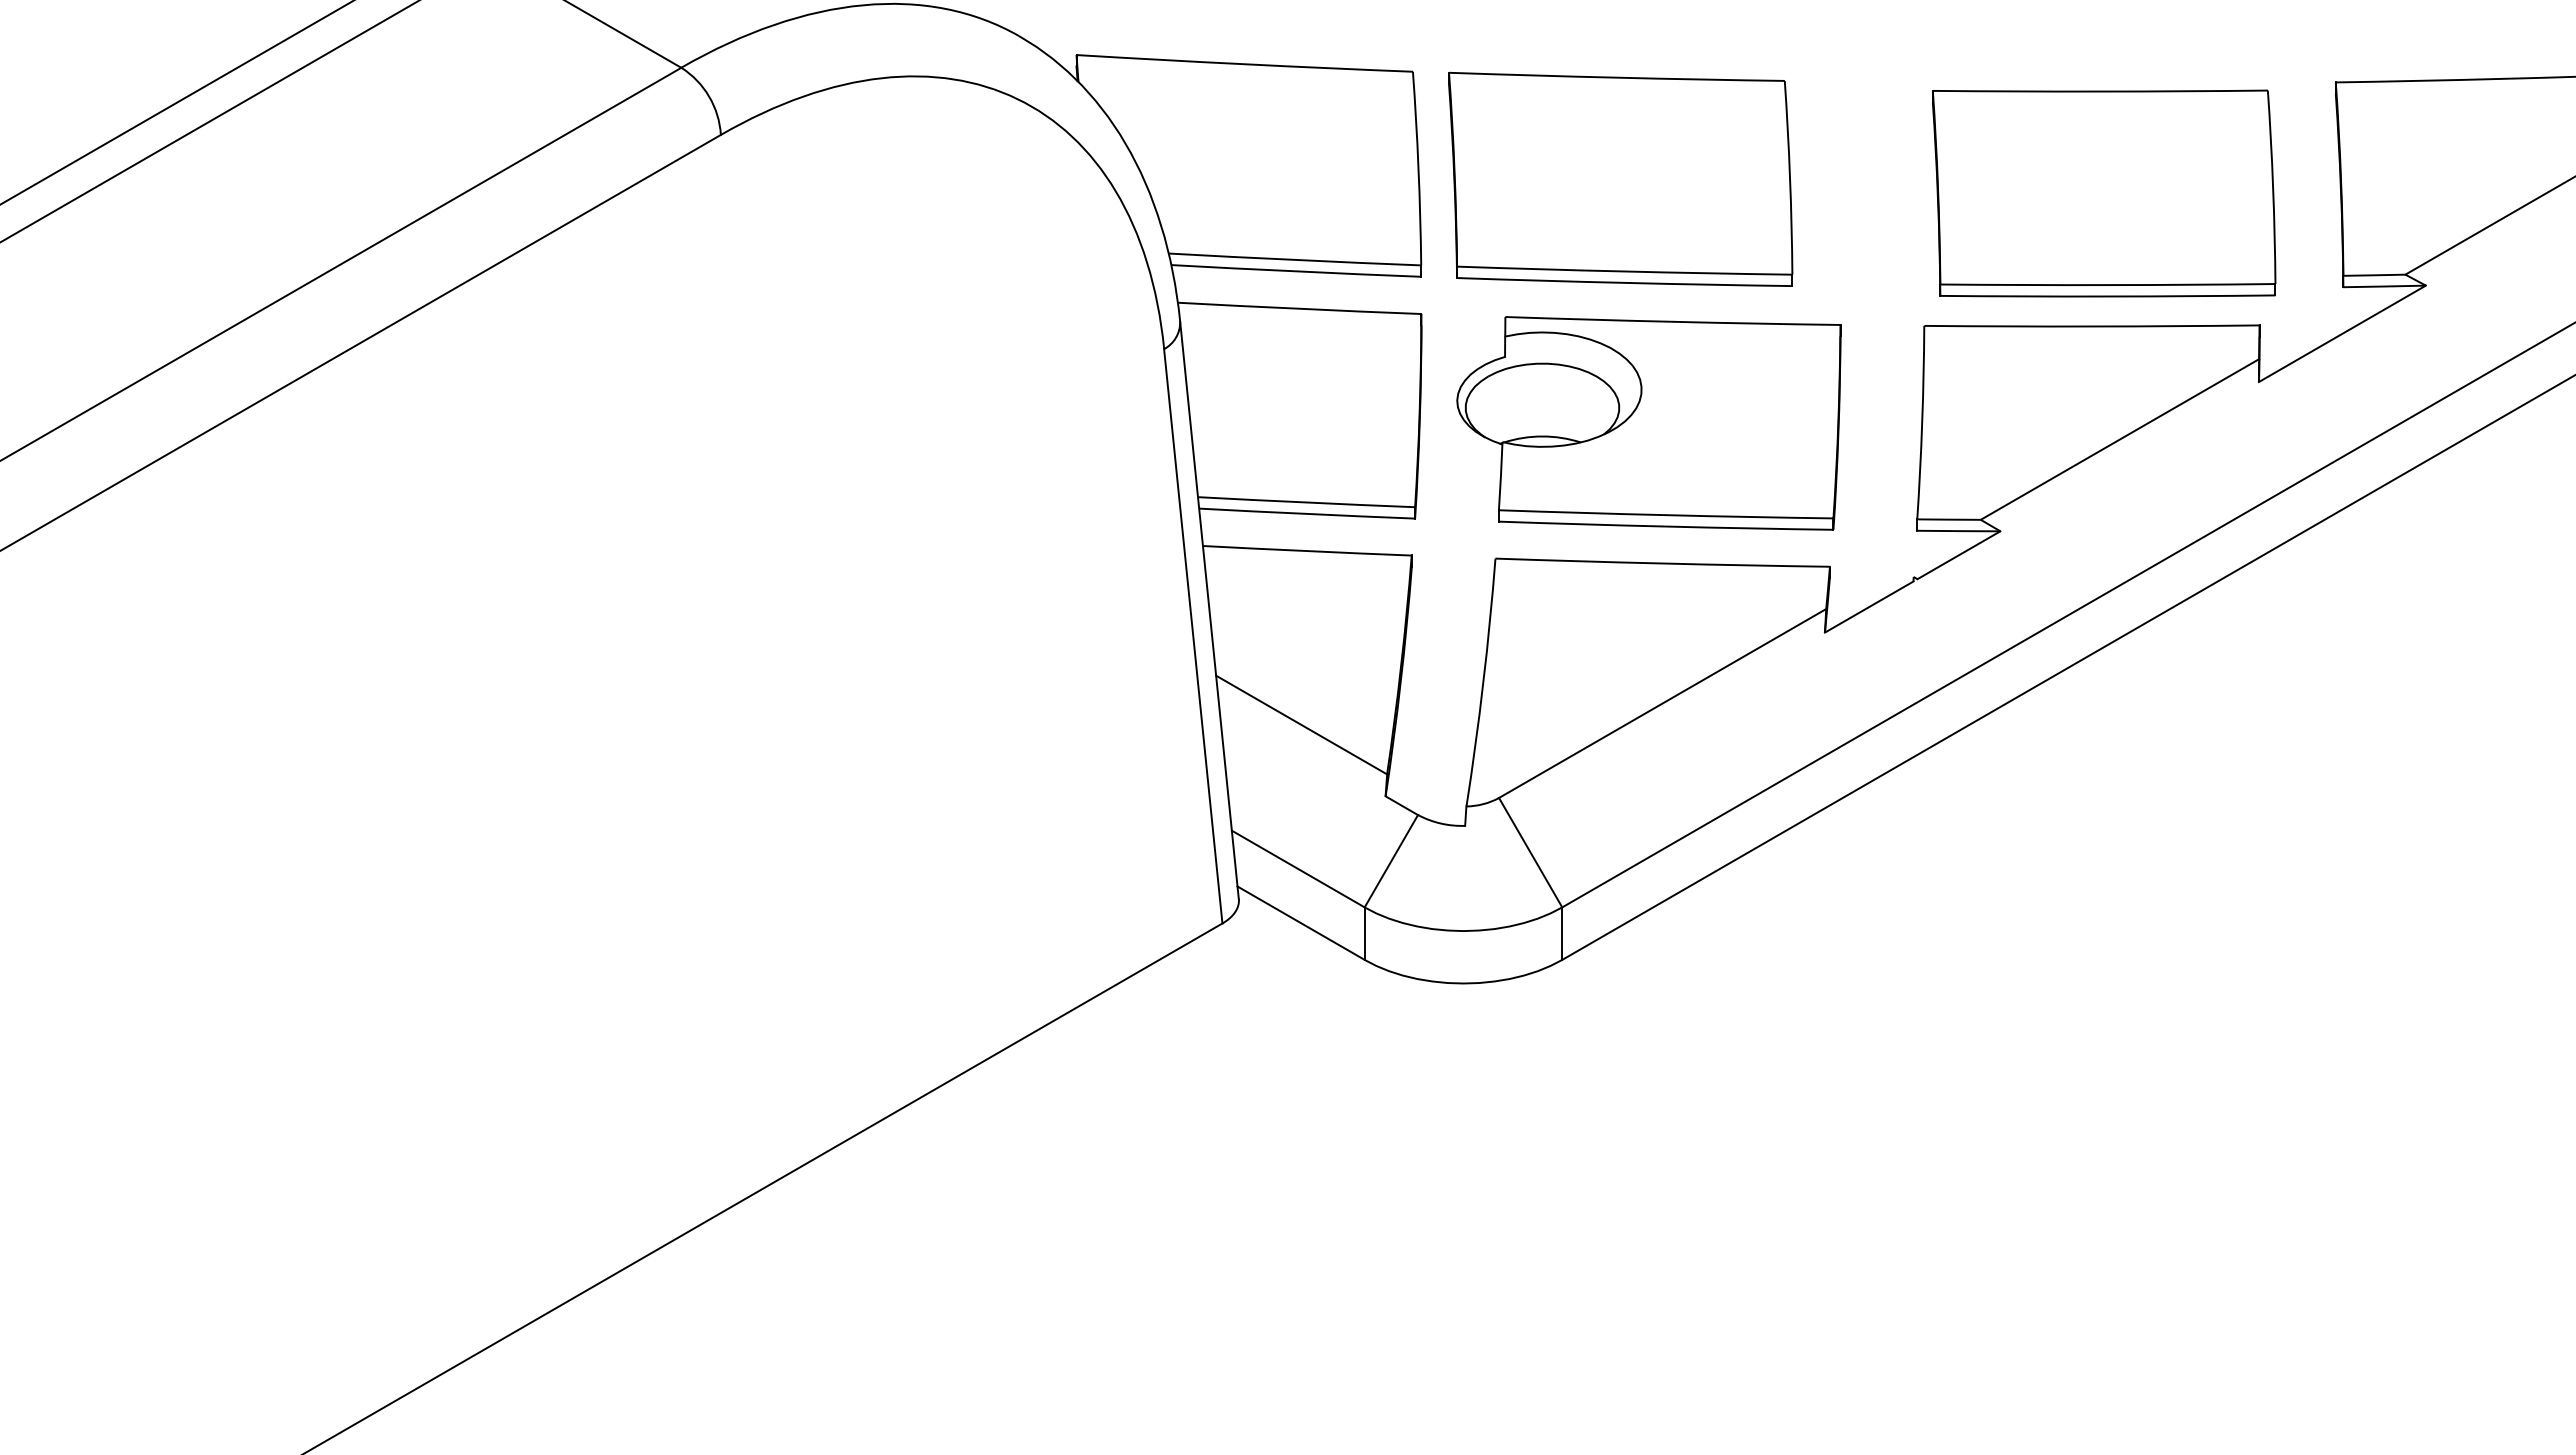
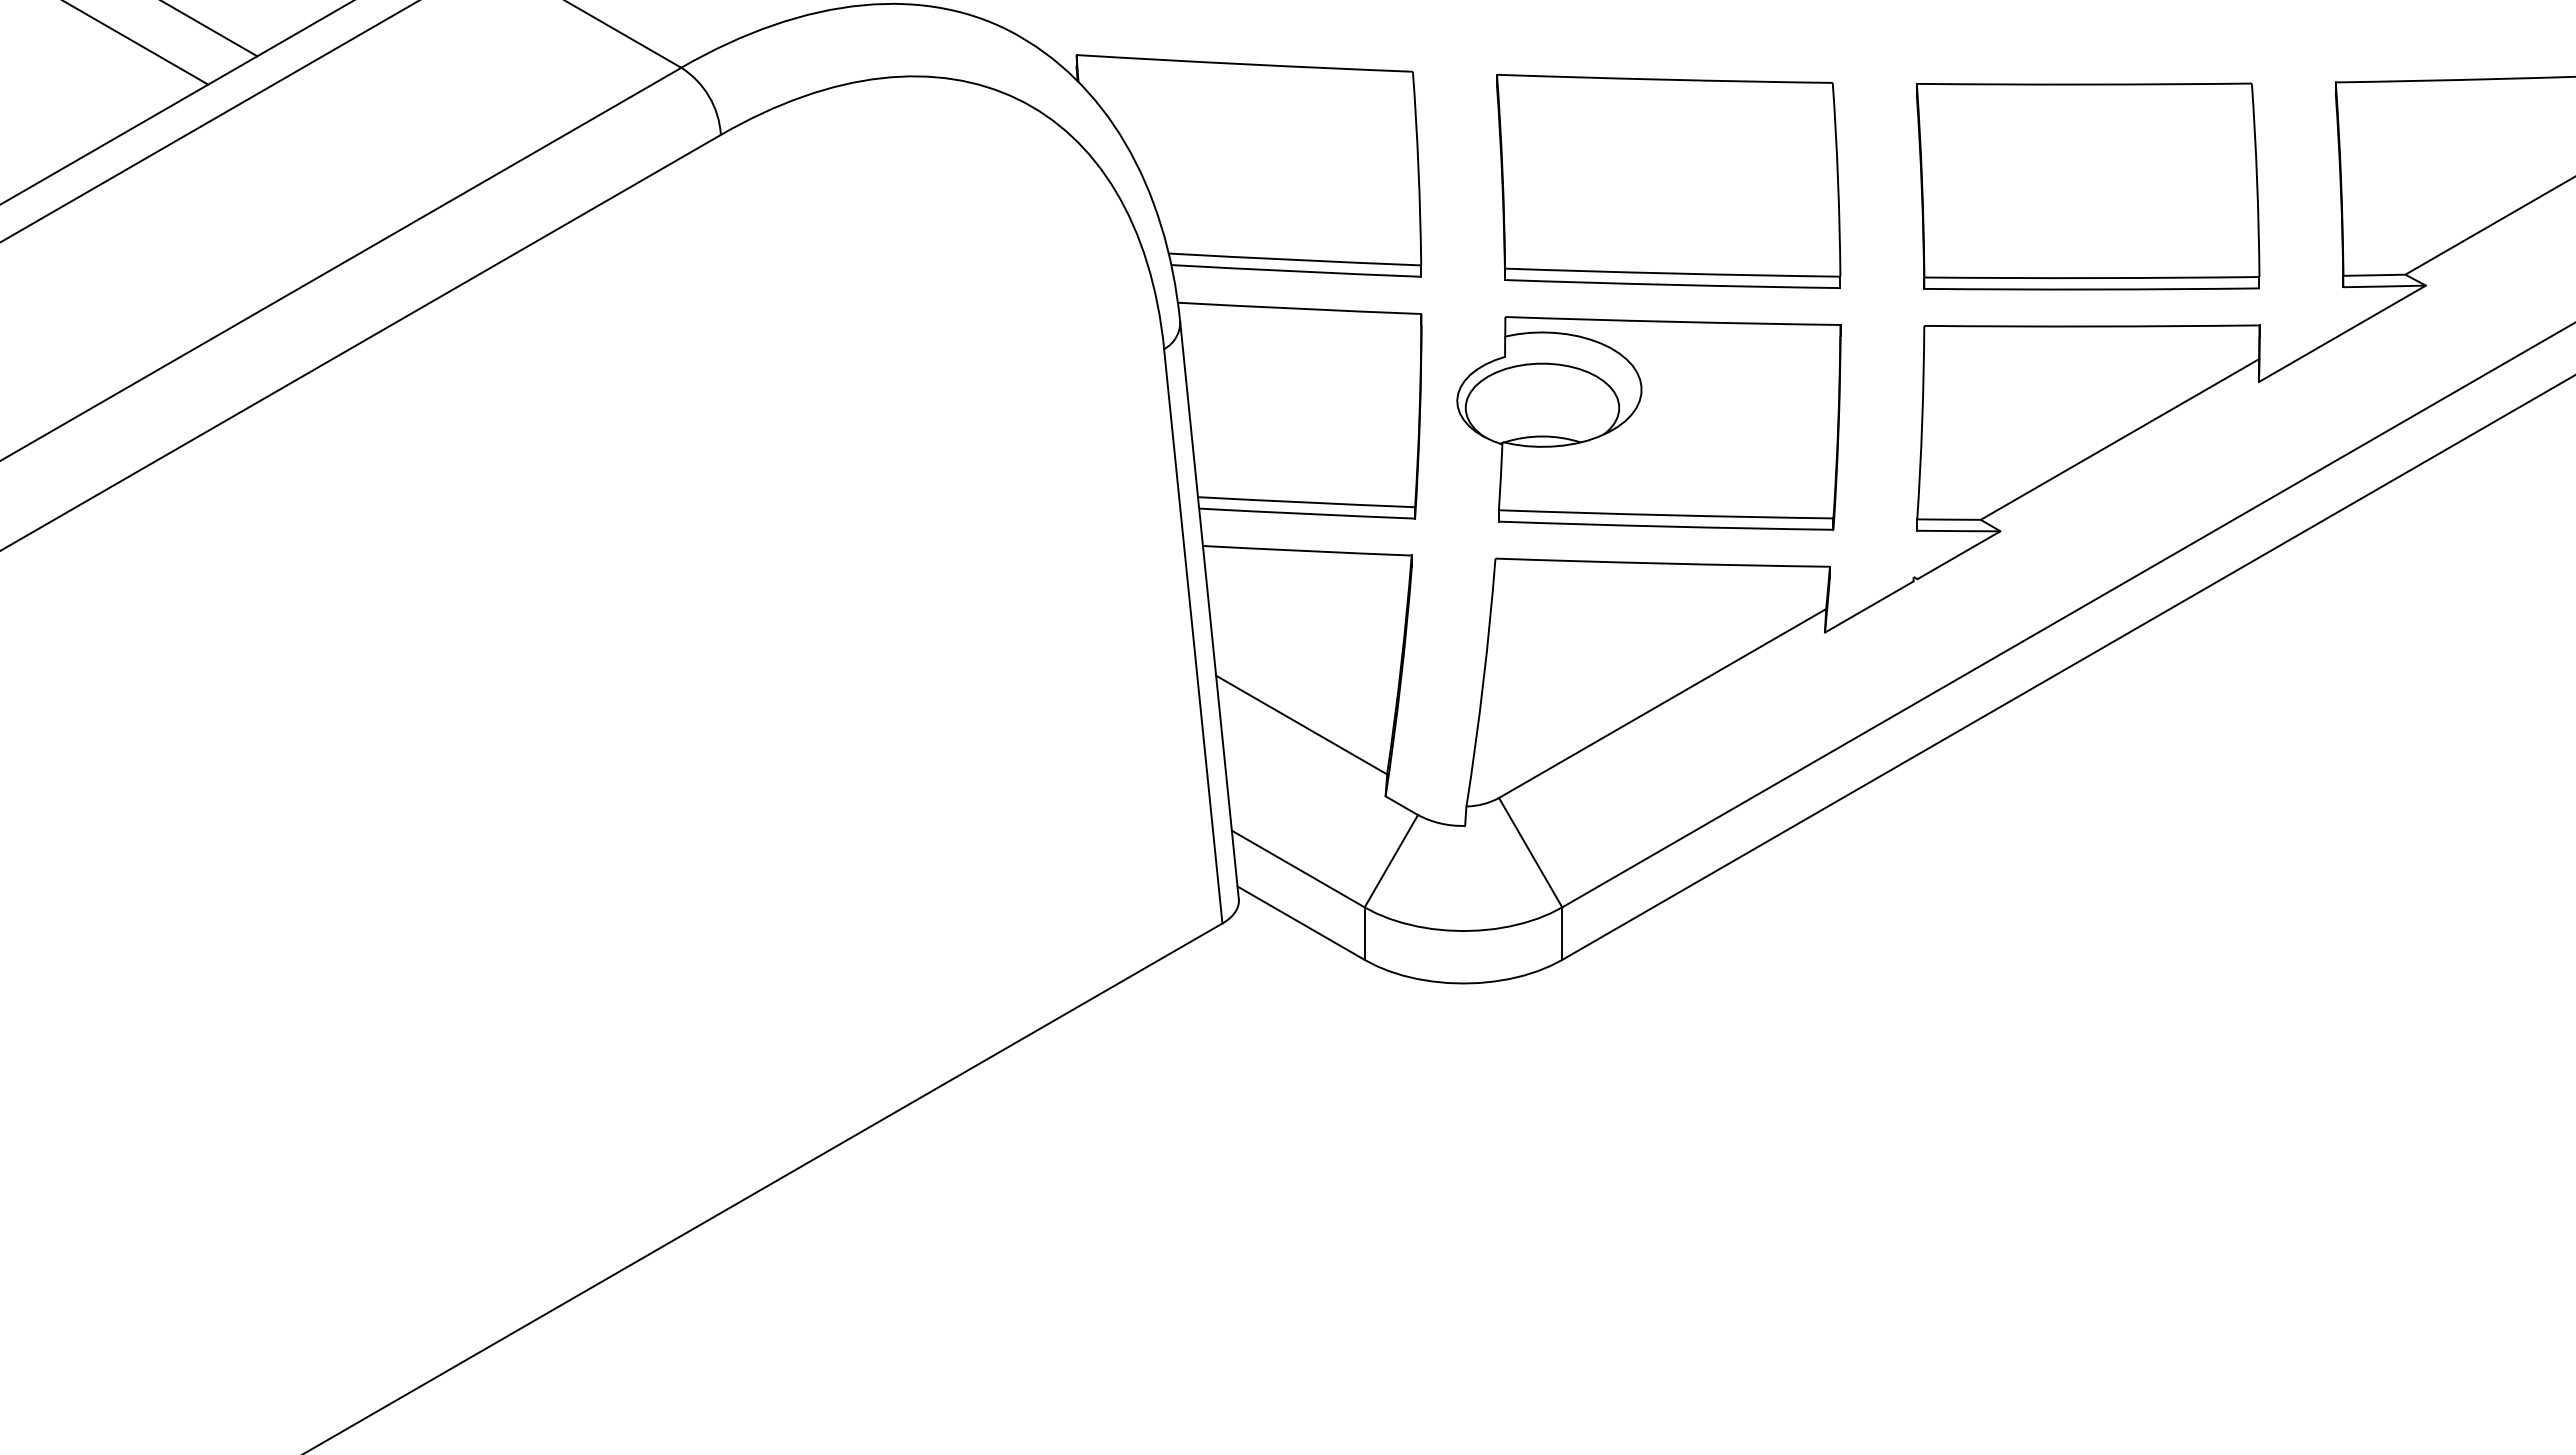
line at (210, 29): none -> present
line at (136, 43): none -> present
part at (1620, 178) position: (1620, 178) -> (1668, 180)
part at (2104, 193) position: (2104, 193) -> (2088, 186)
